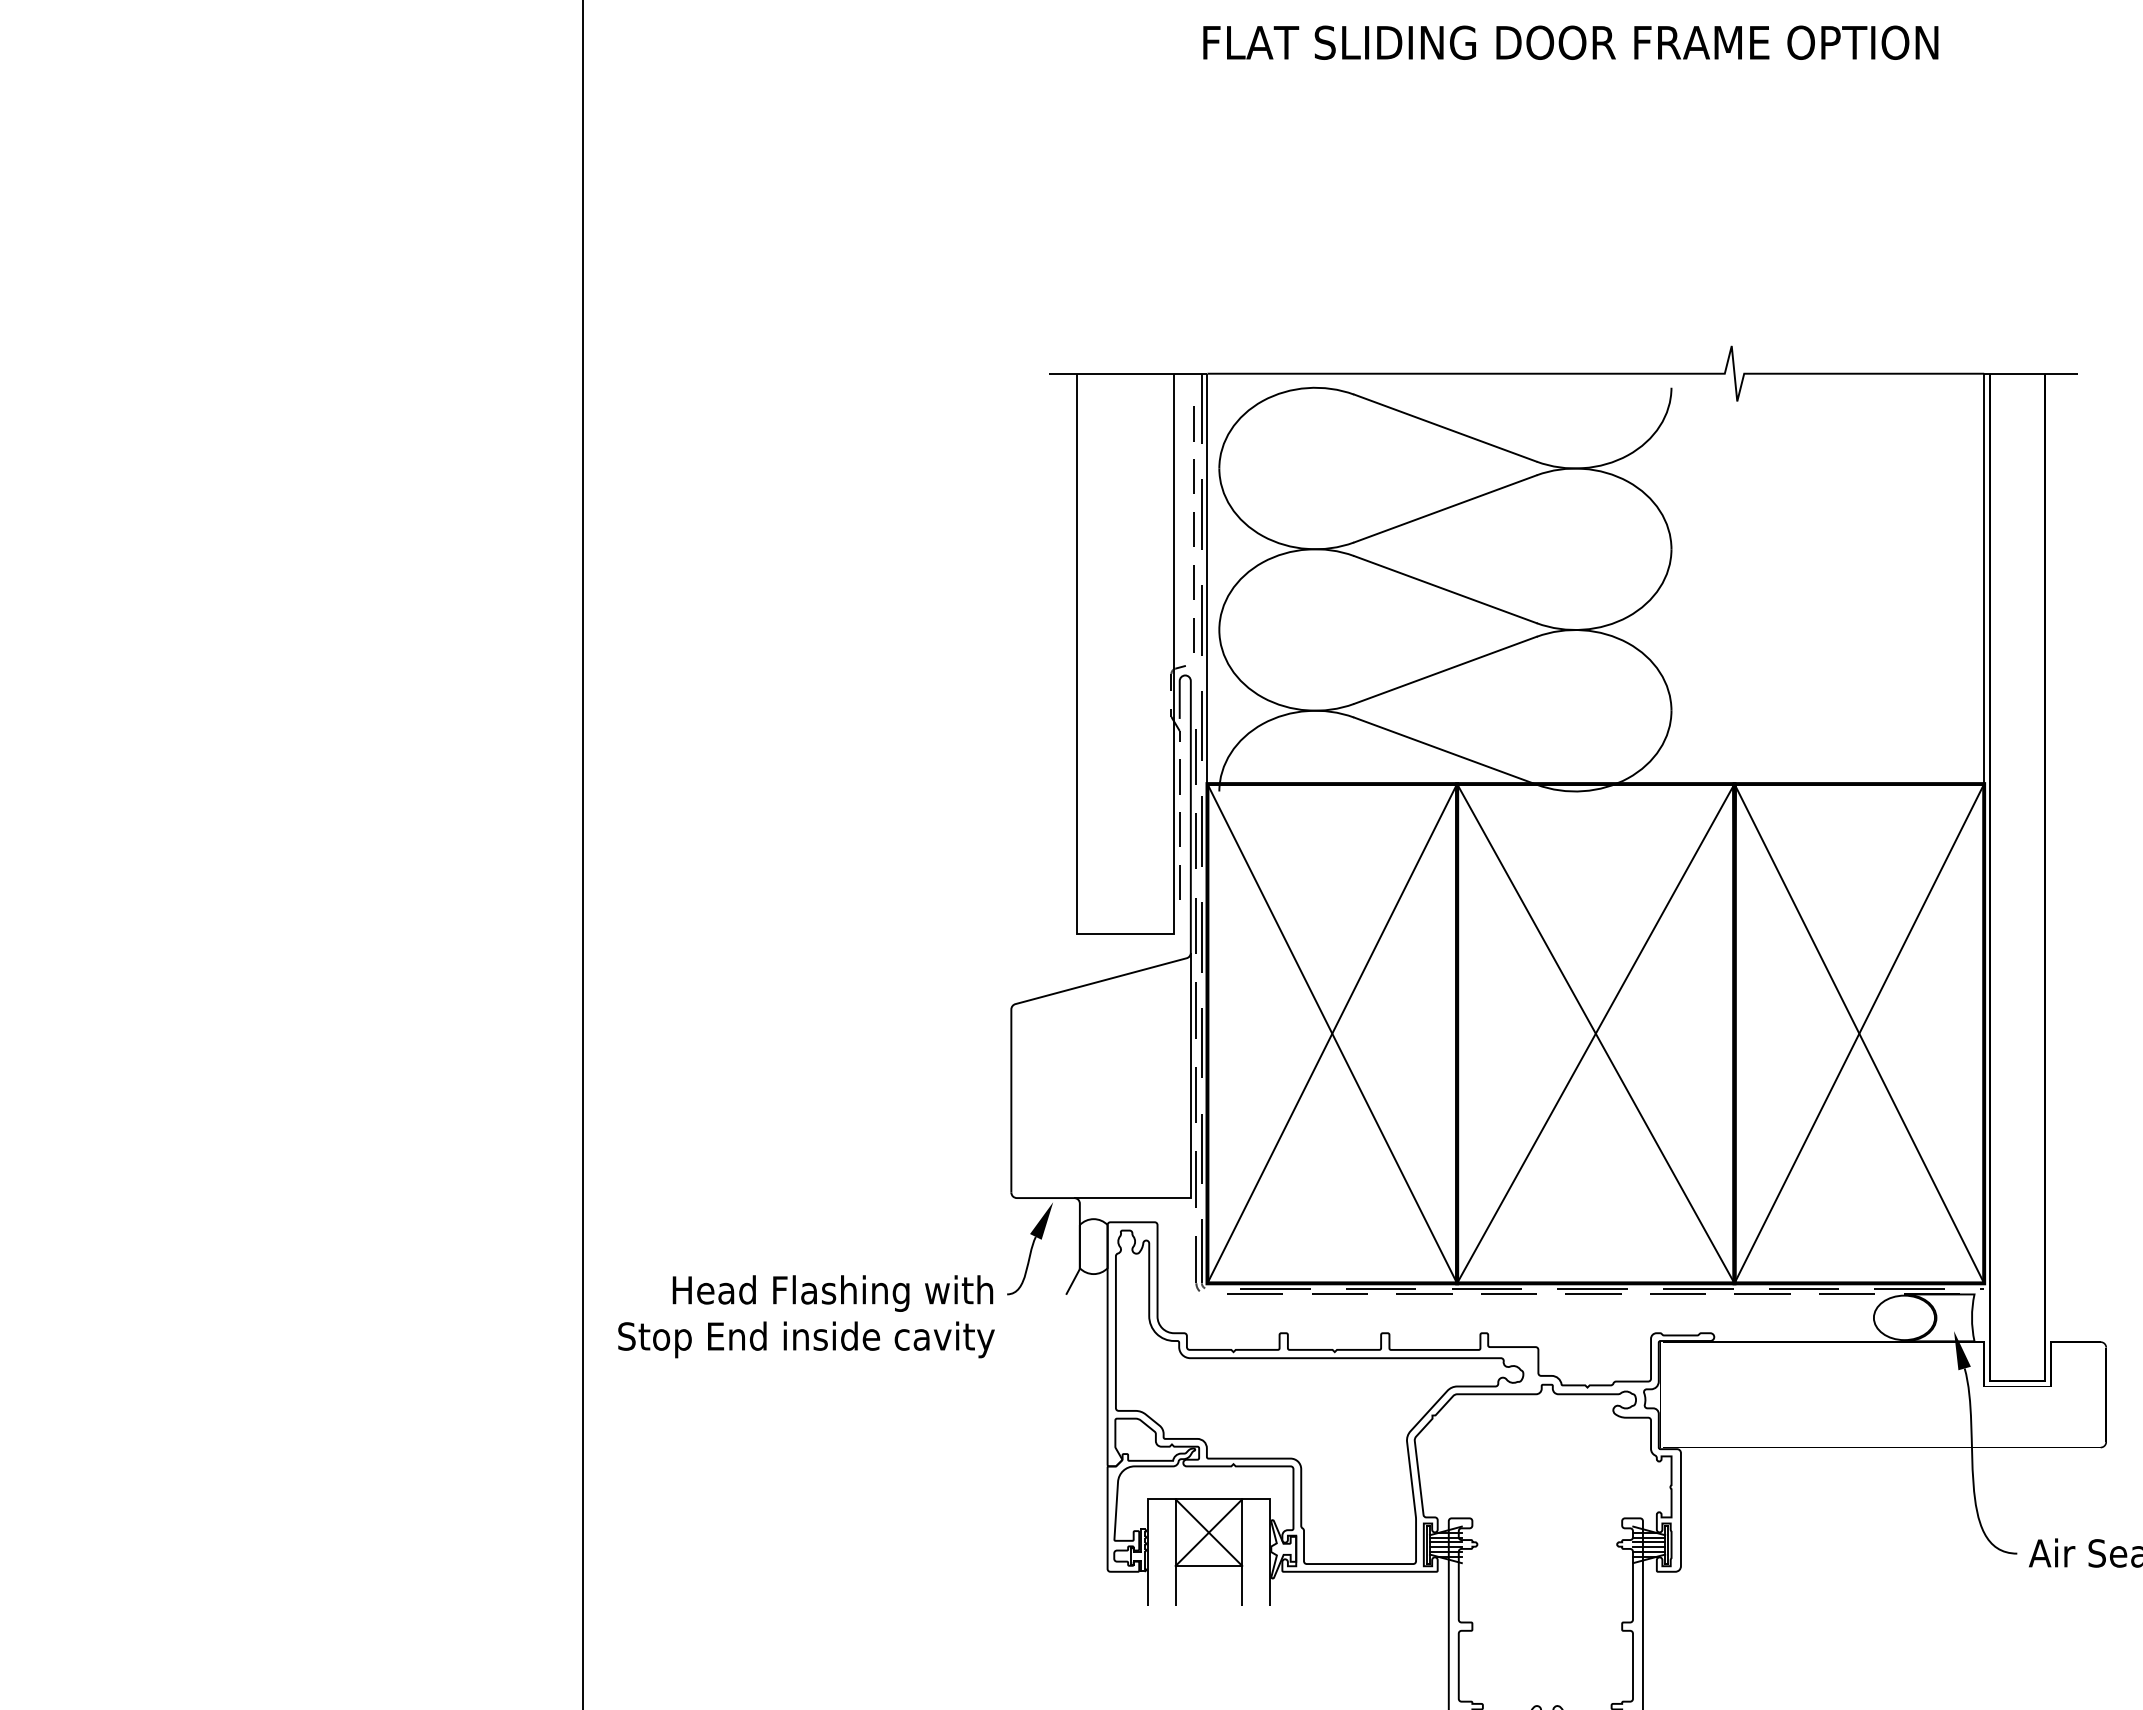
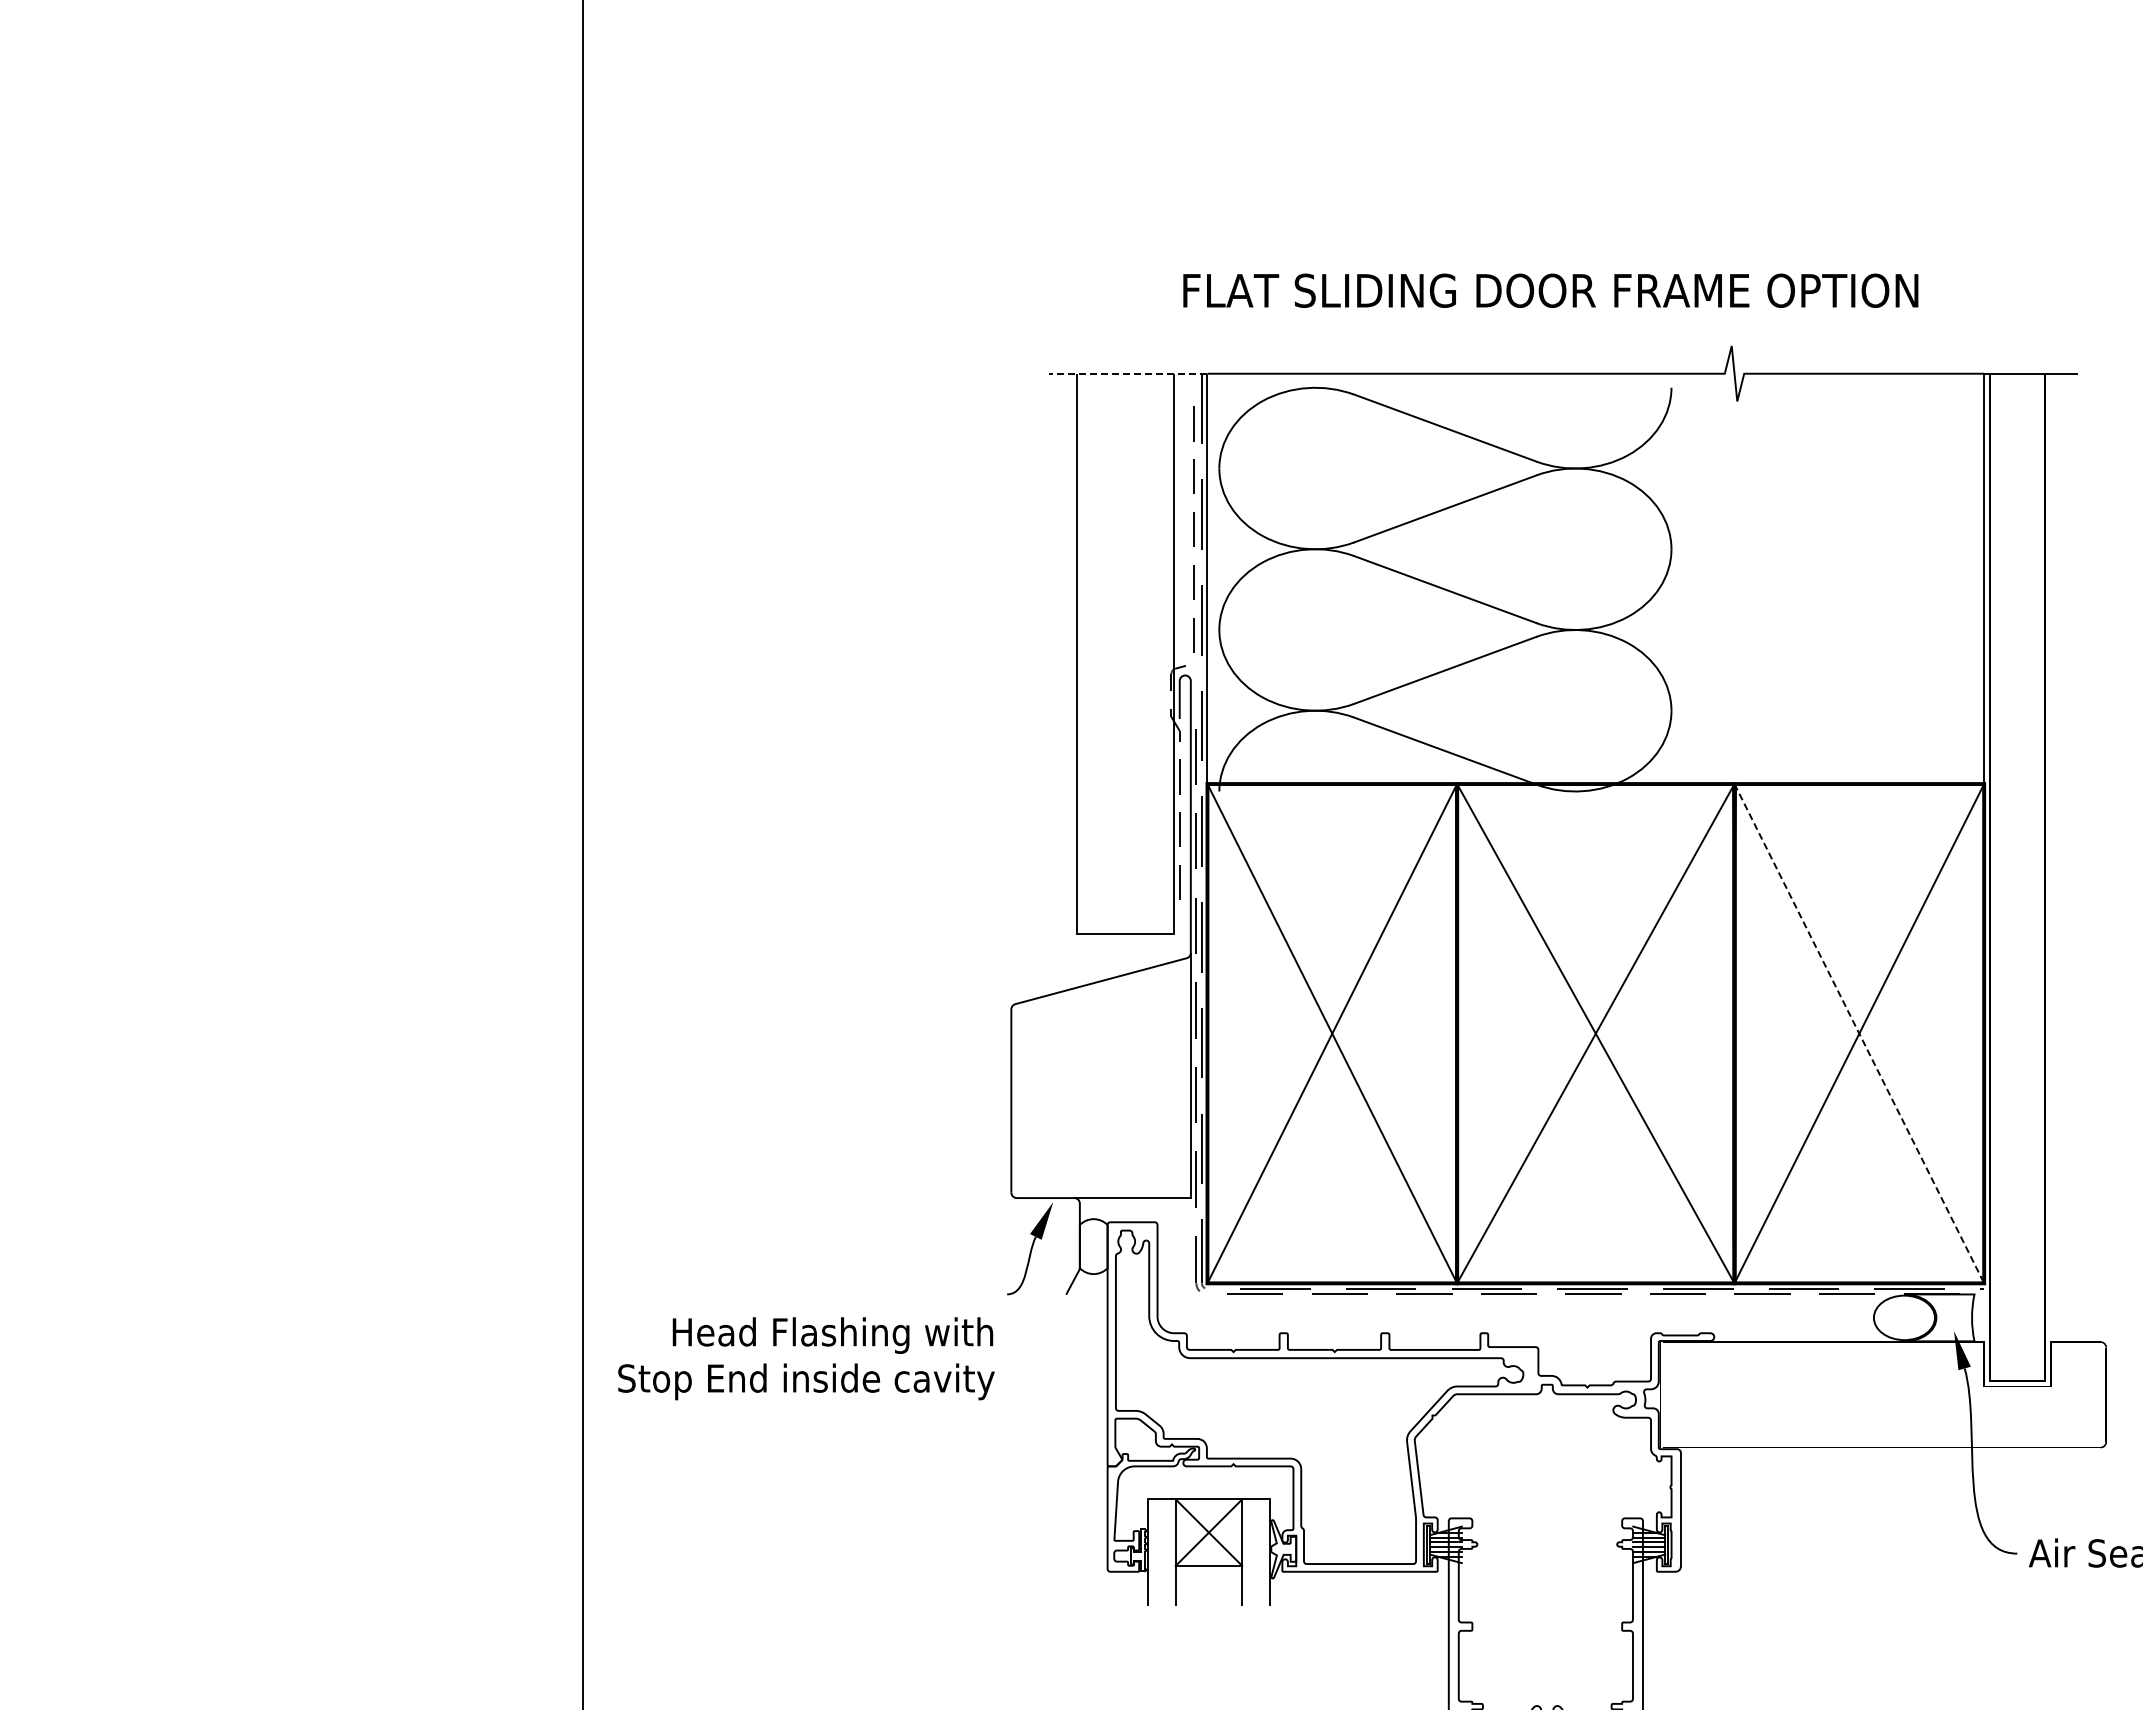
text at (1570, 42) position: (1570, 42) -> (1550, 290)
line at (1127, 373): solid -> dashed
line at (1859, 1034): solid -> dashed
text at (806, 1316) position: (806, 1316) -> (806, 1358)
